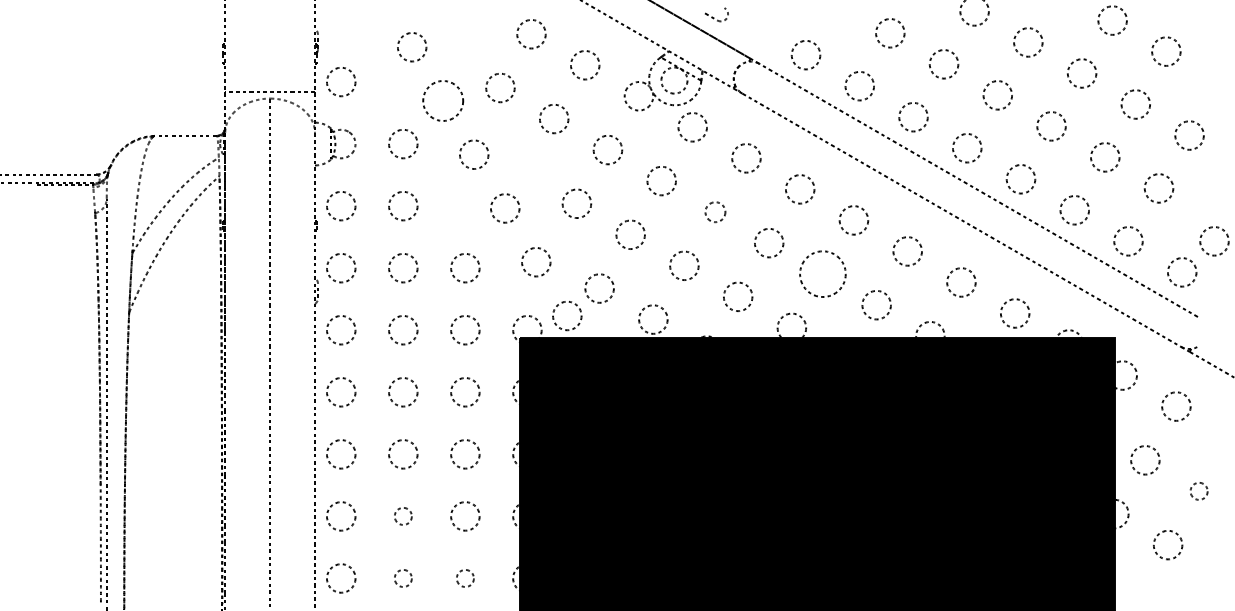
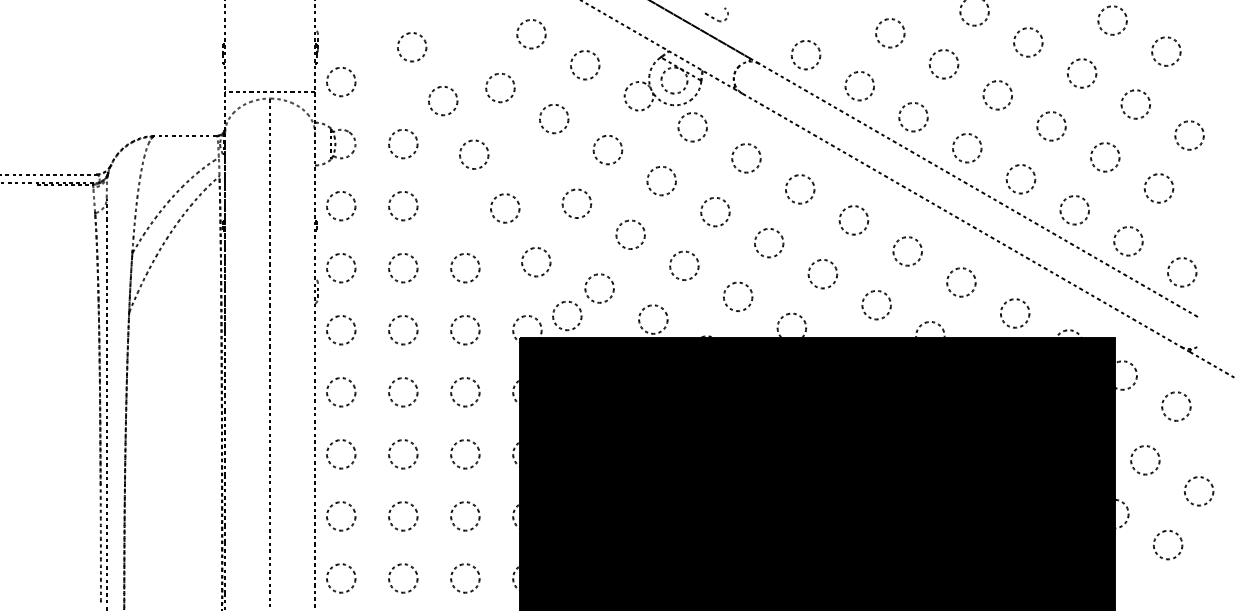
circle at (443, 100) diameter: 40 px -> 29 px
circle at (715, 212) size: 23x23 px -> 31x31 px
circle at (1214, 241): present -> none
circle at (822, 274) diameter: 46 px -> 29 px
circle at (1198, 490) diameter: 17 px -> 29 px
circle at (402, 515) diameter: 17 px -> 29 px
circle at (402, 578) diameter: 17 px -> 29 px
circle at (464, 578) diameter: 17 px -> 29 px
